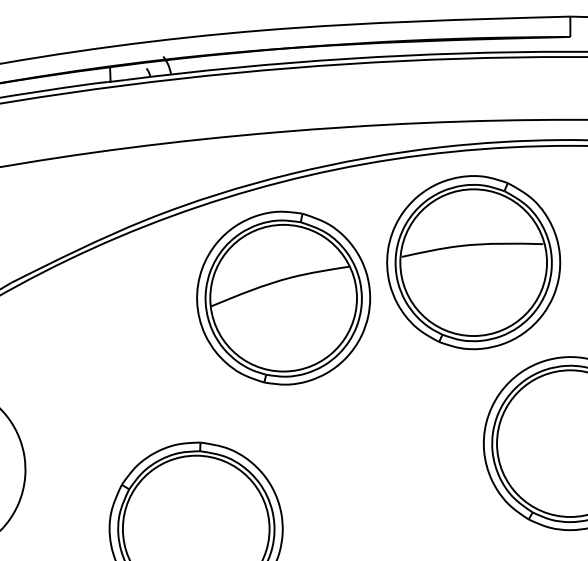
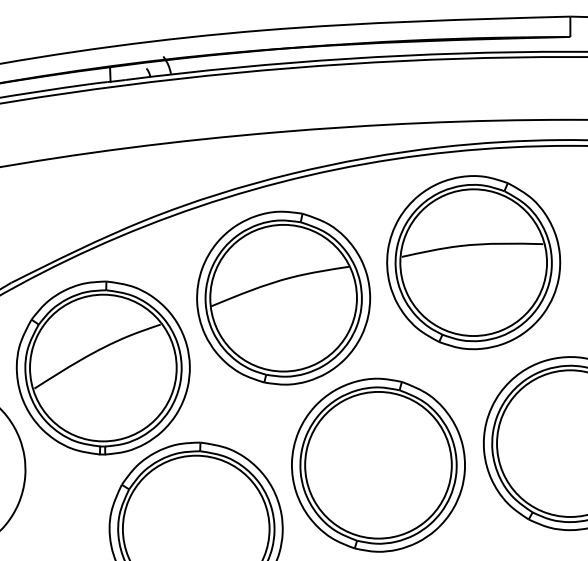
part at (102, 367): none -> present
part at (378, 464): none -> present
